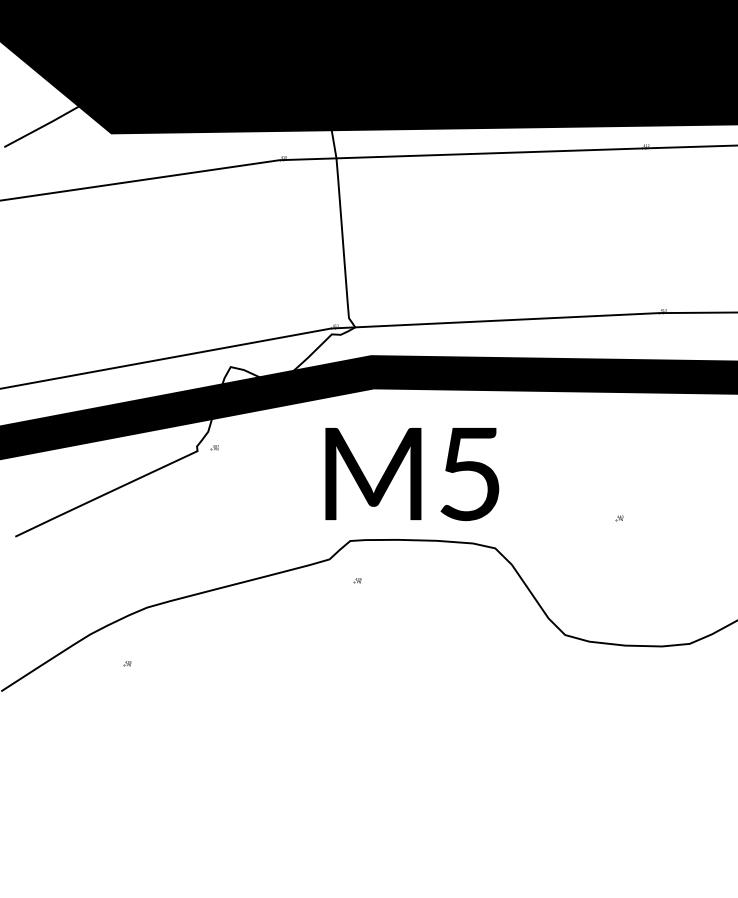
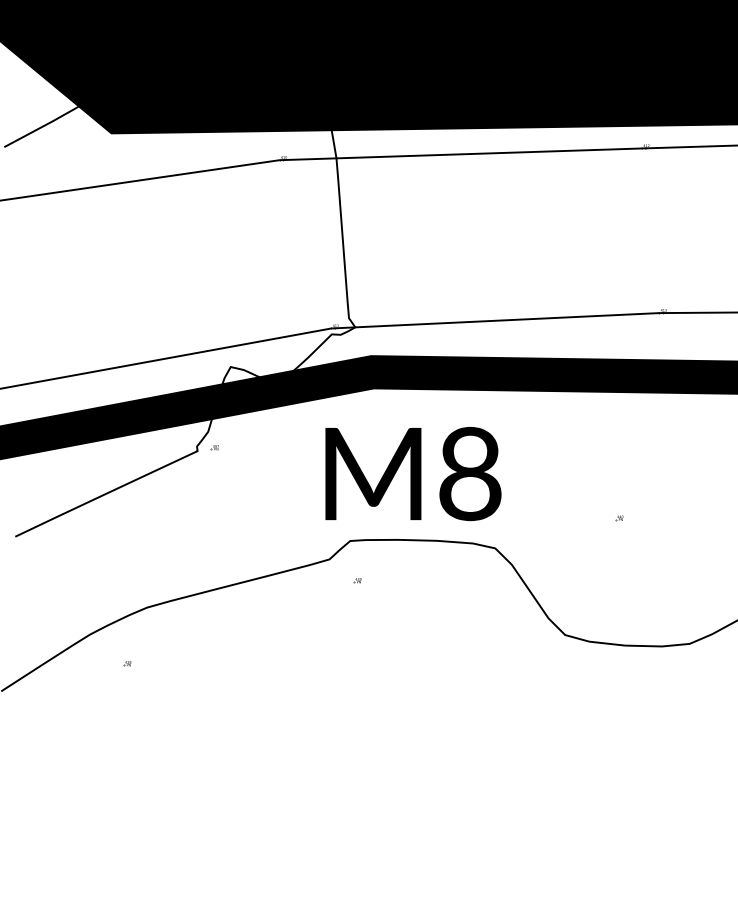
text at (470, 473): M5 -> M8
